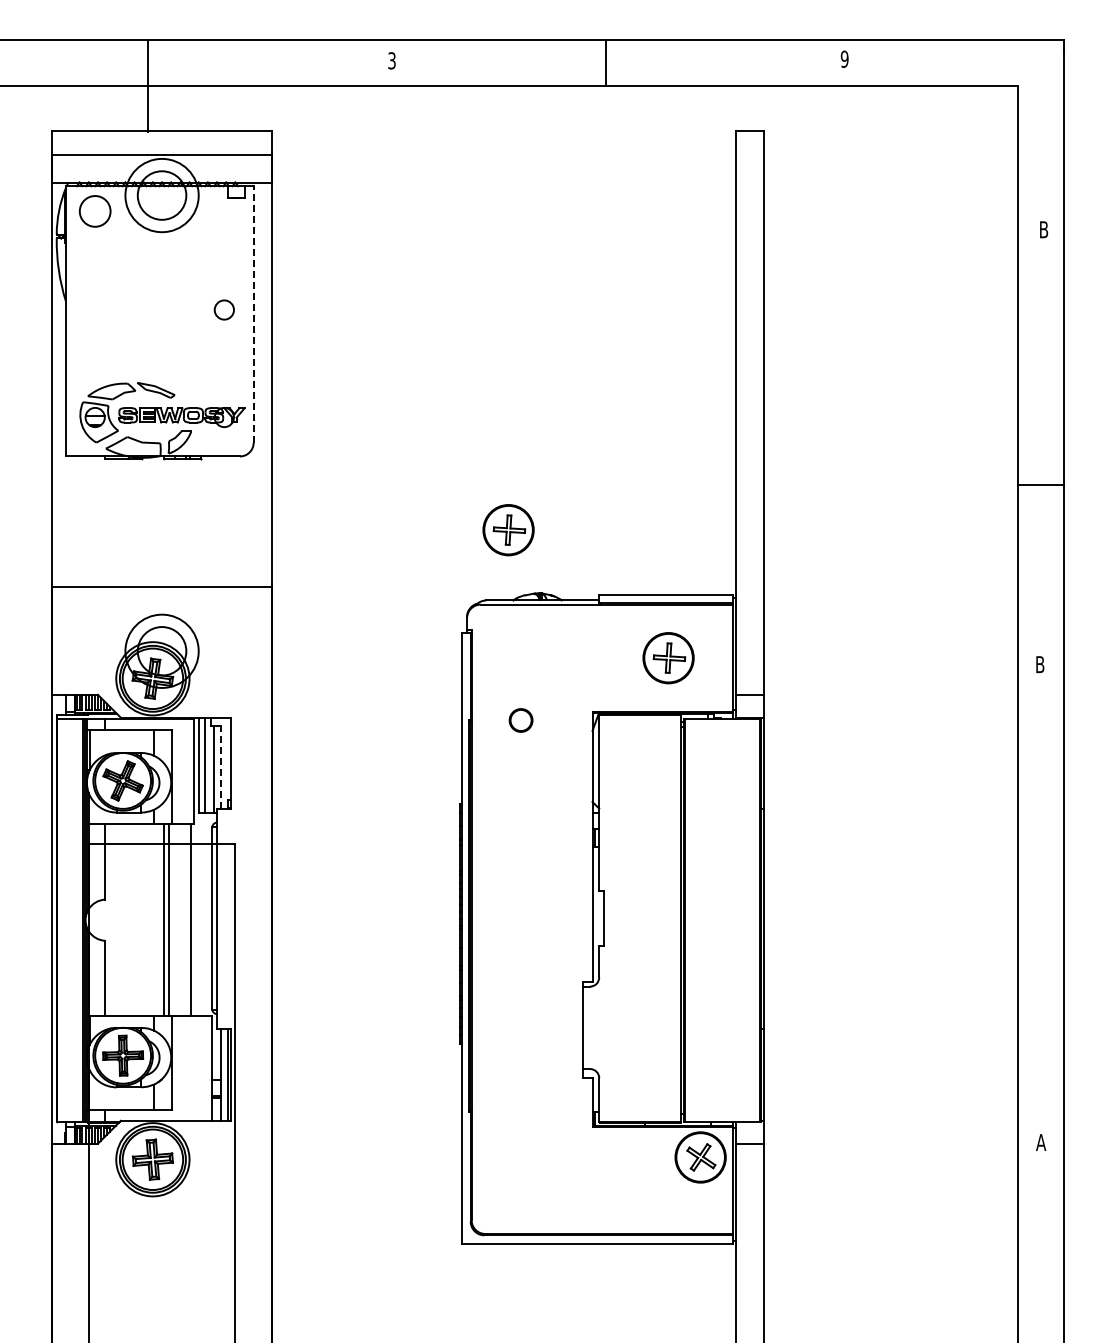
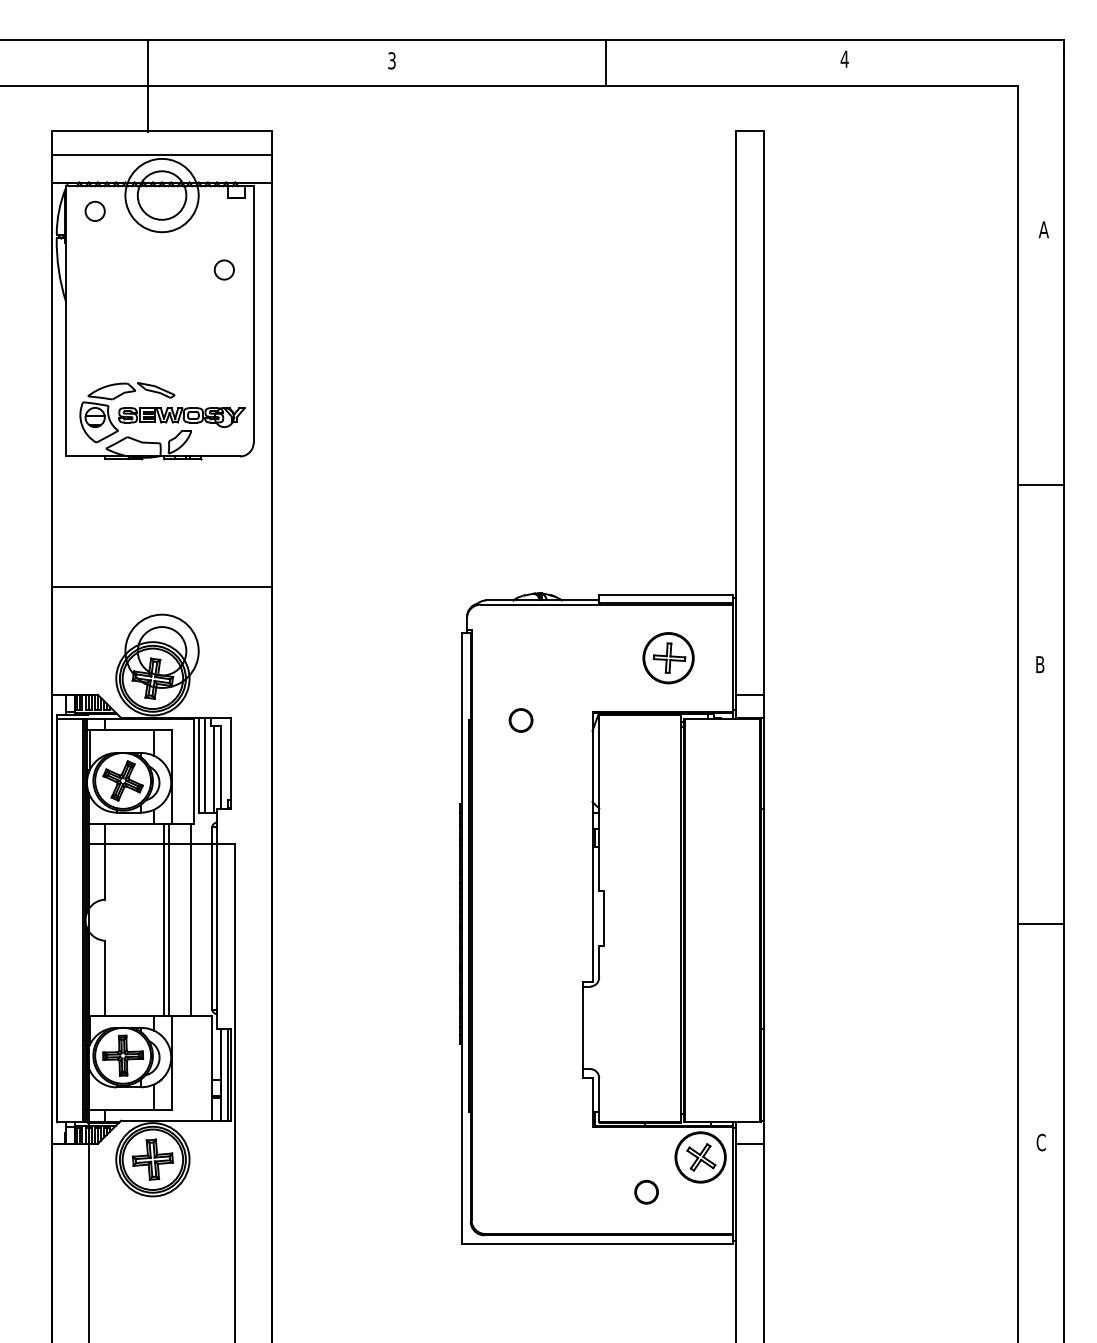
text at (844, 58): 9 -> 4
circle at (94, 211) diameter: 31 px -> 19 px
text at (1043, 229): B -> A
circle at (223, 309) position: (223, 309) -> (223, 269)
line at (253, 313): dashed -> solid
part at (508, 530): present -> none
line at (220, 767): dashed -> solid
line at (1041, 924): none -> present
text at (1041, 1142): A -> C
circle at (646, 1192): none -> present
